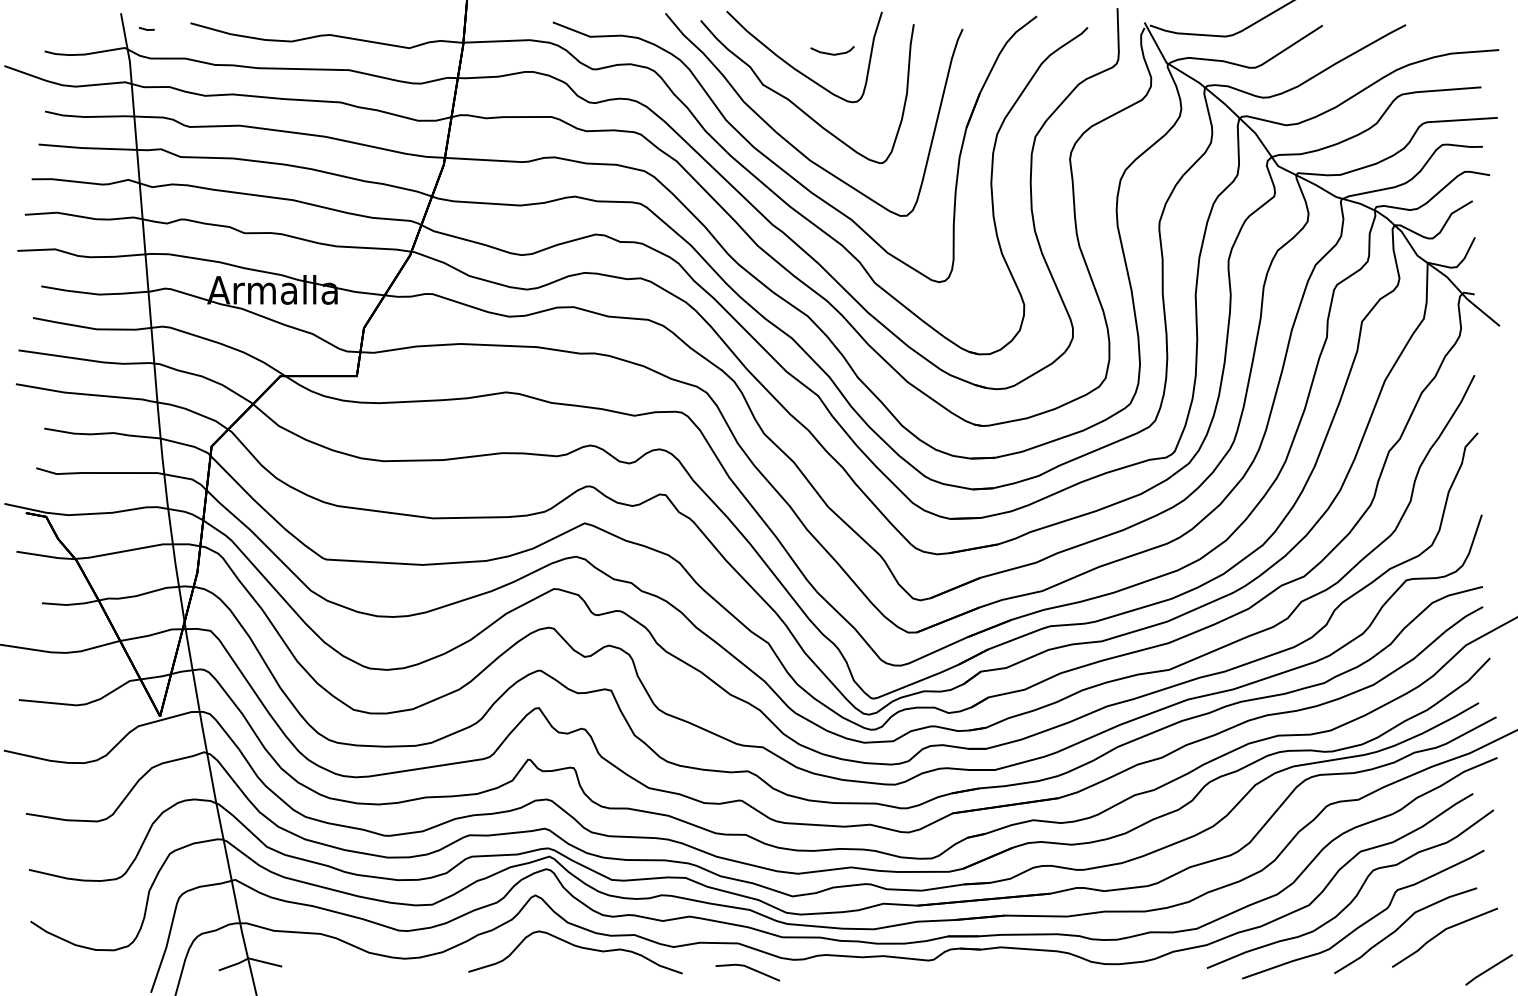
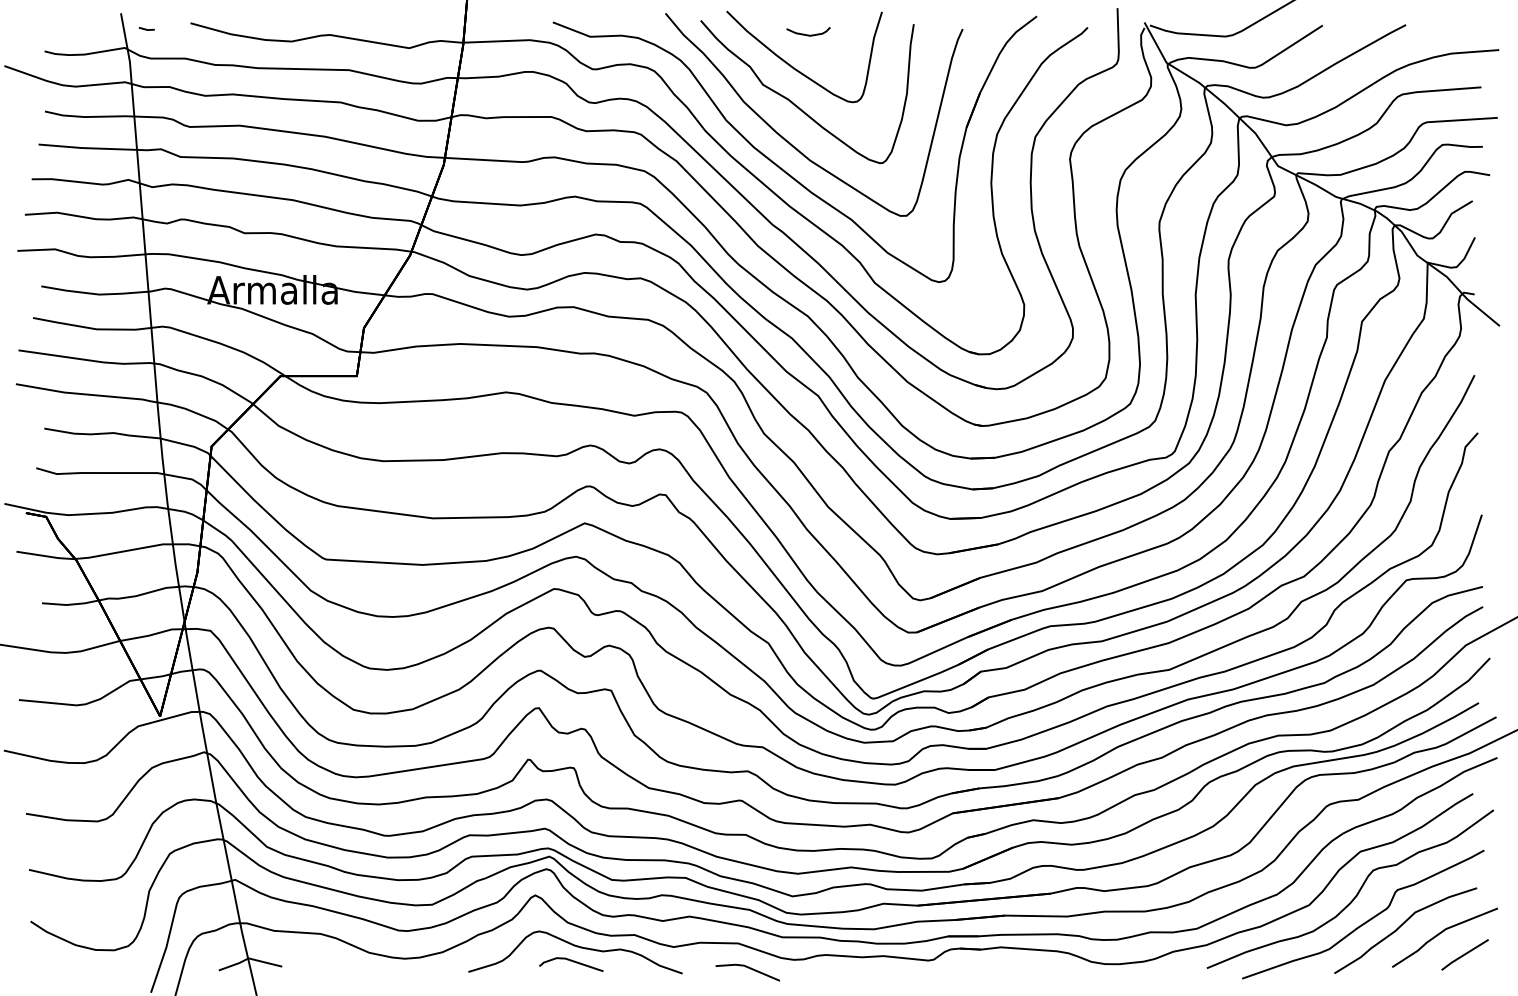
part at (832, 50) position: (832, 50) -> (808, 31)
part at (571, 964): none -> present
line at (1488, 969) position: (1488, 969) -> (1464, 954)
